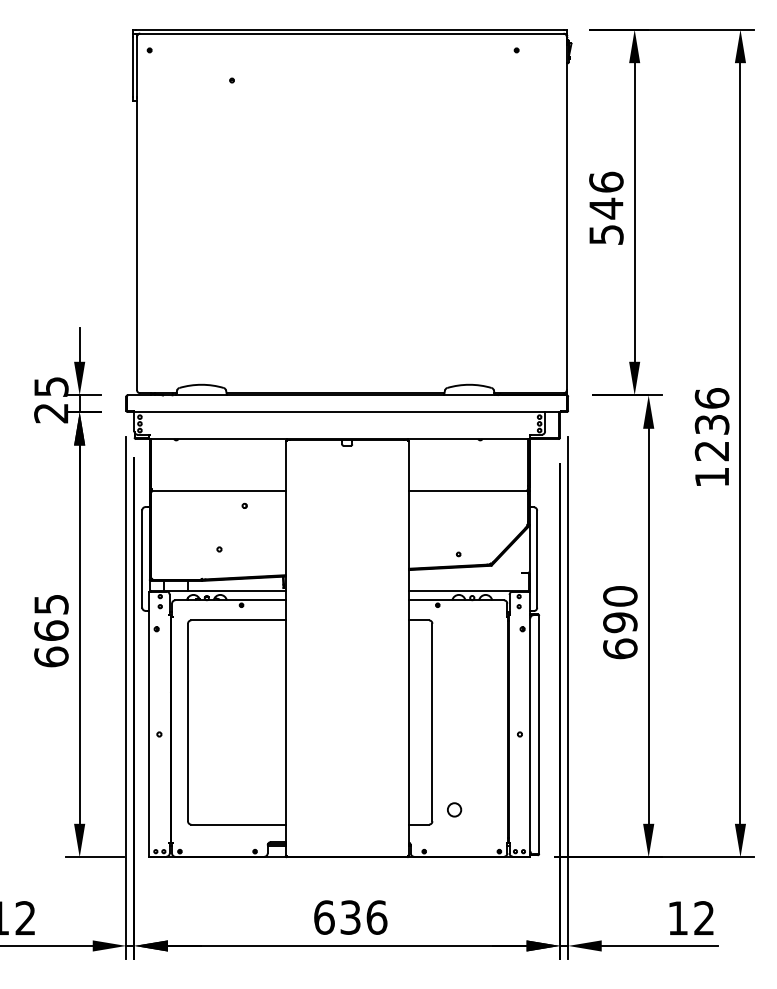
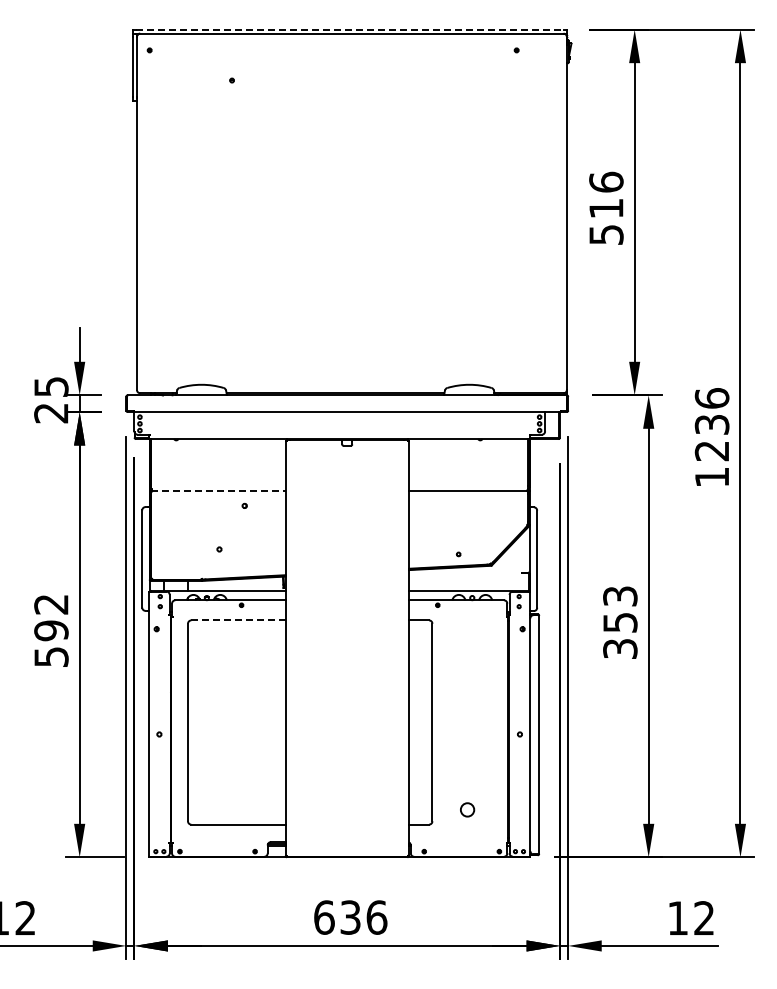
line at (349, 29): solid -> dashed
text at (606, 208): 546 -> 516
line at (218, 490): solid -> dashed
line at (238, 620): solid -> dashed
text at (620, 622): 690 -> 353
text at (51, 631): 665 -> 592
circle at (454, 809) position: (454, 809) -> (467, 809)
